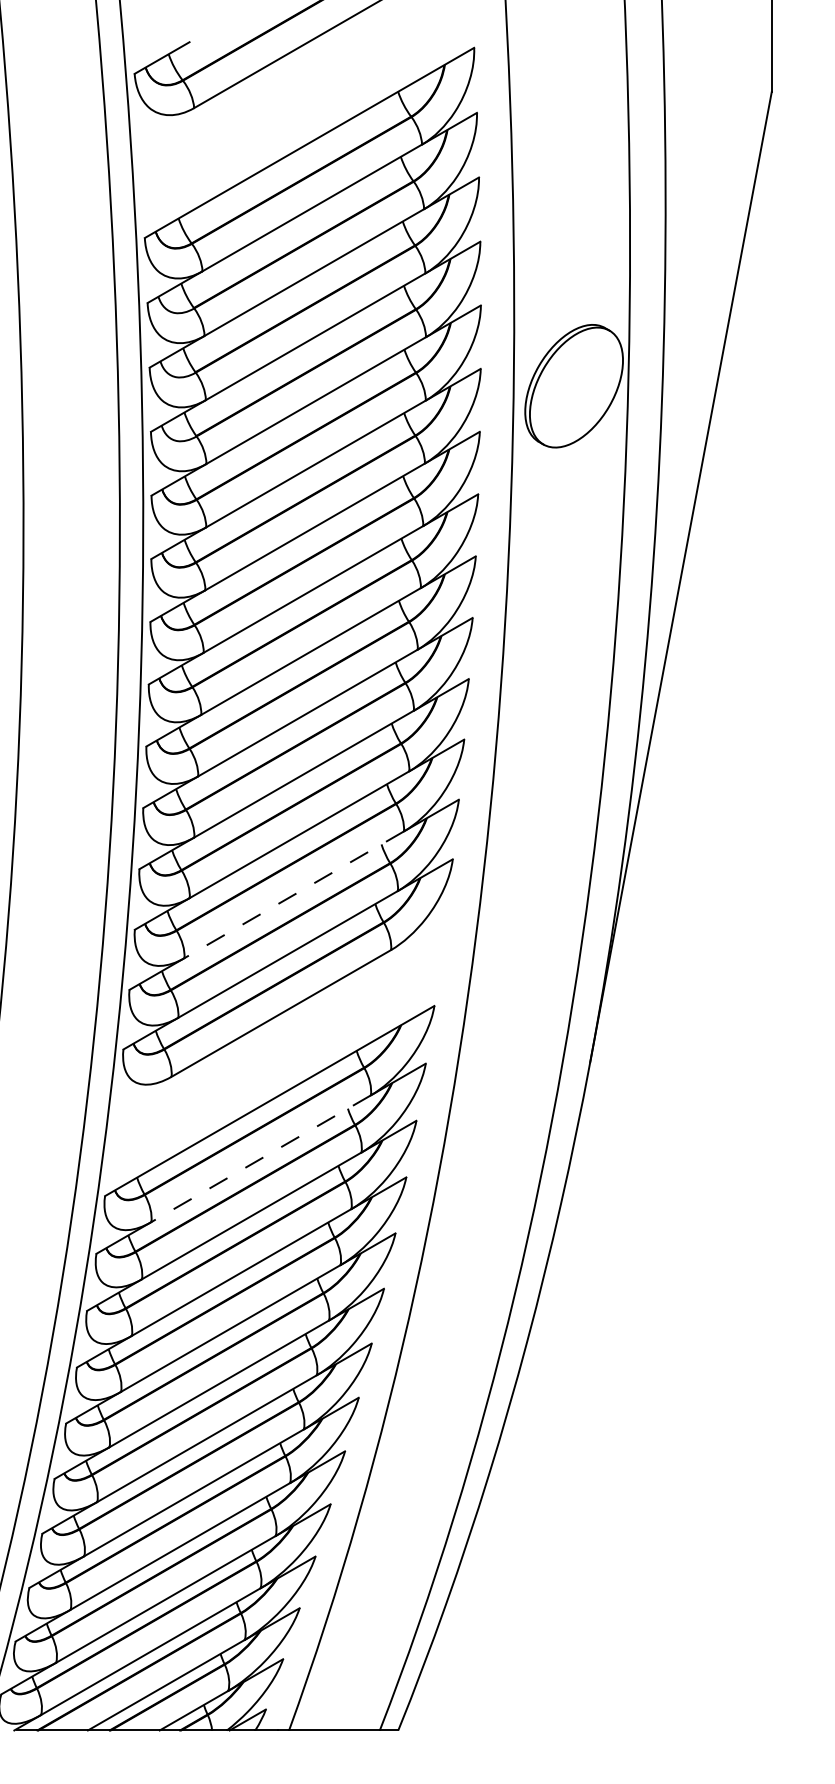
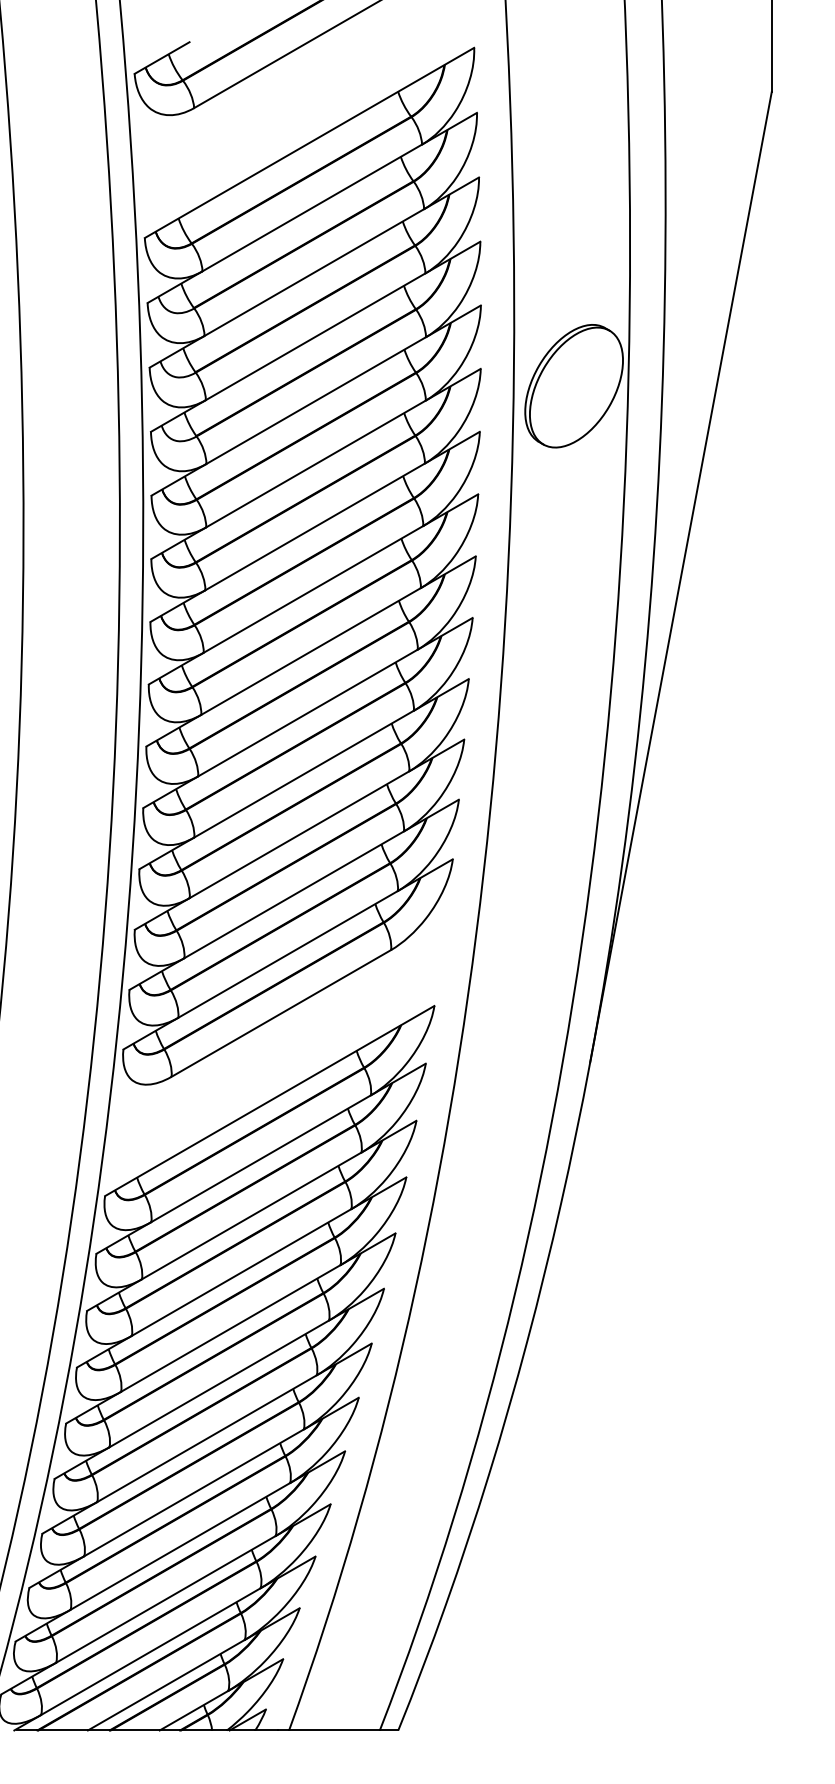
line at (294, 894): dashed -> solid
line at (261, 1158): dashed -> solid
